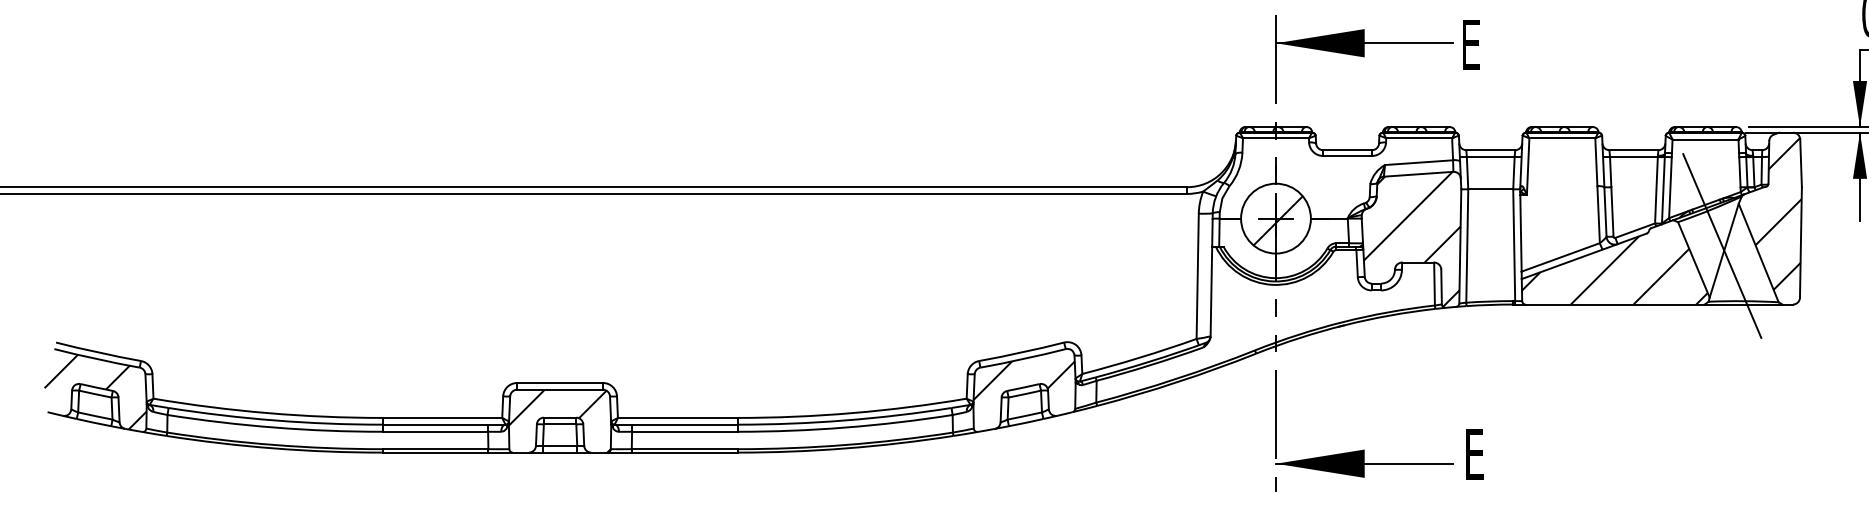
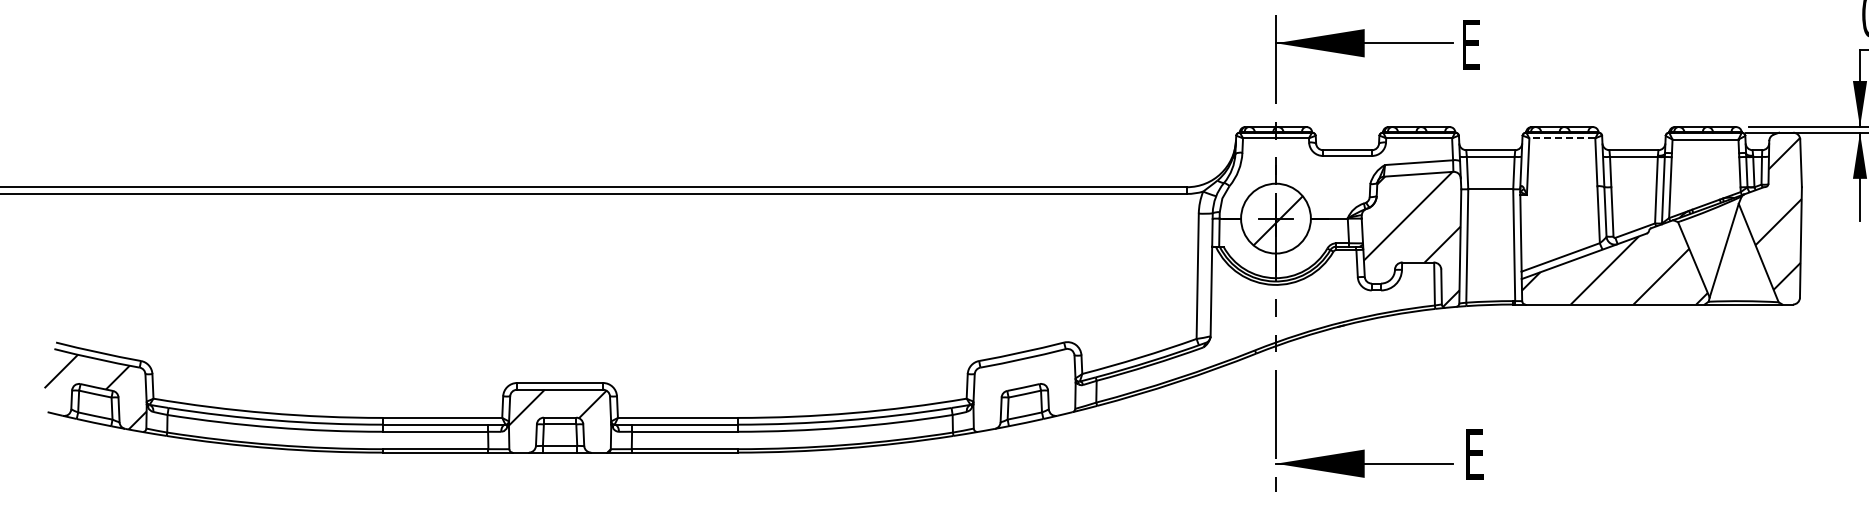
line at (1562, 138): solid -> dashed
line at (1722, 245): present -> none
hatch at (1023, 379): present -> none
